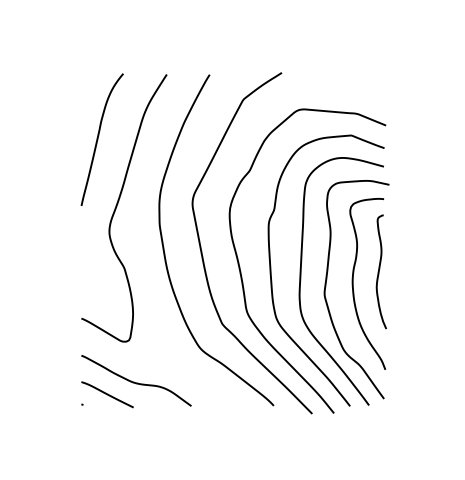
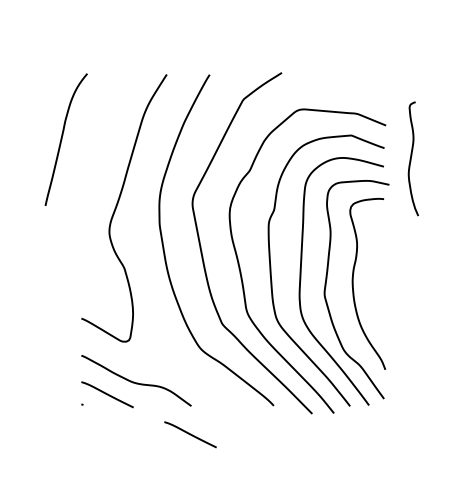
curve at (98, 139) position: (98, 139) -> (62, 139)
curve at (379, 271) position: (379, 271) -> (411, 158)
line at (190, 434): none -> present
